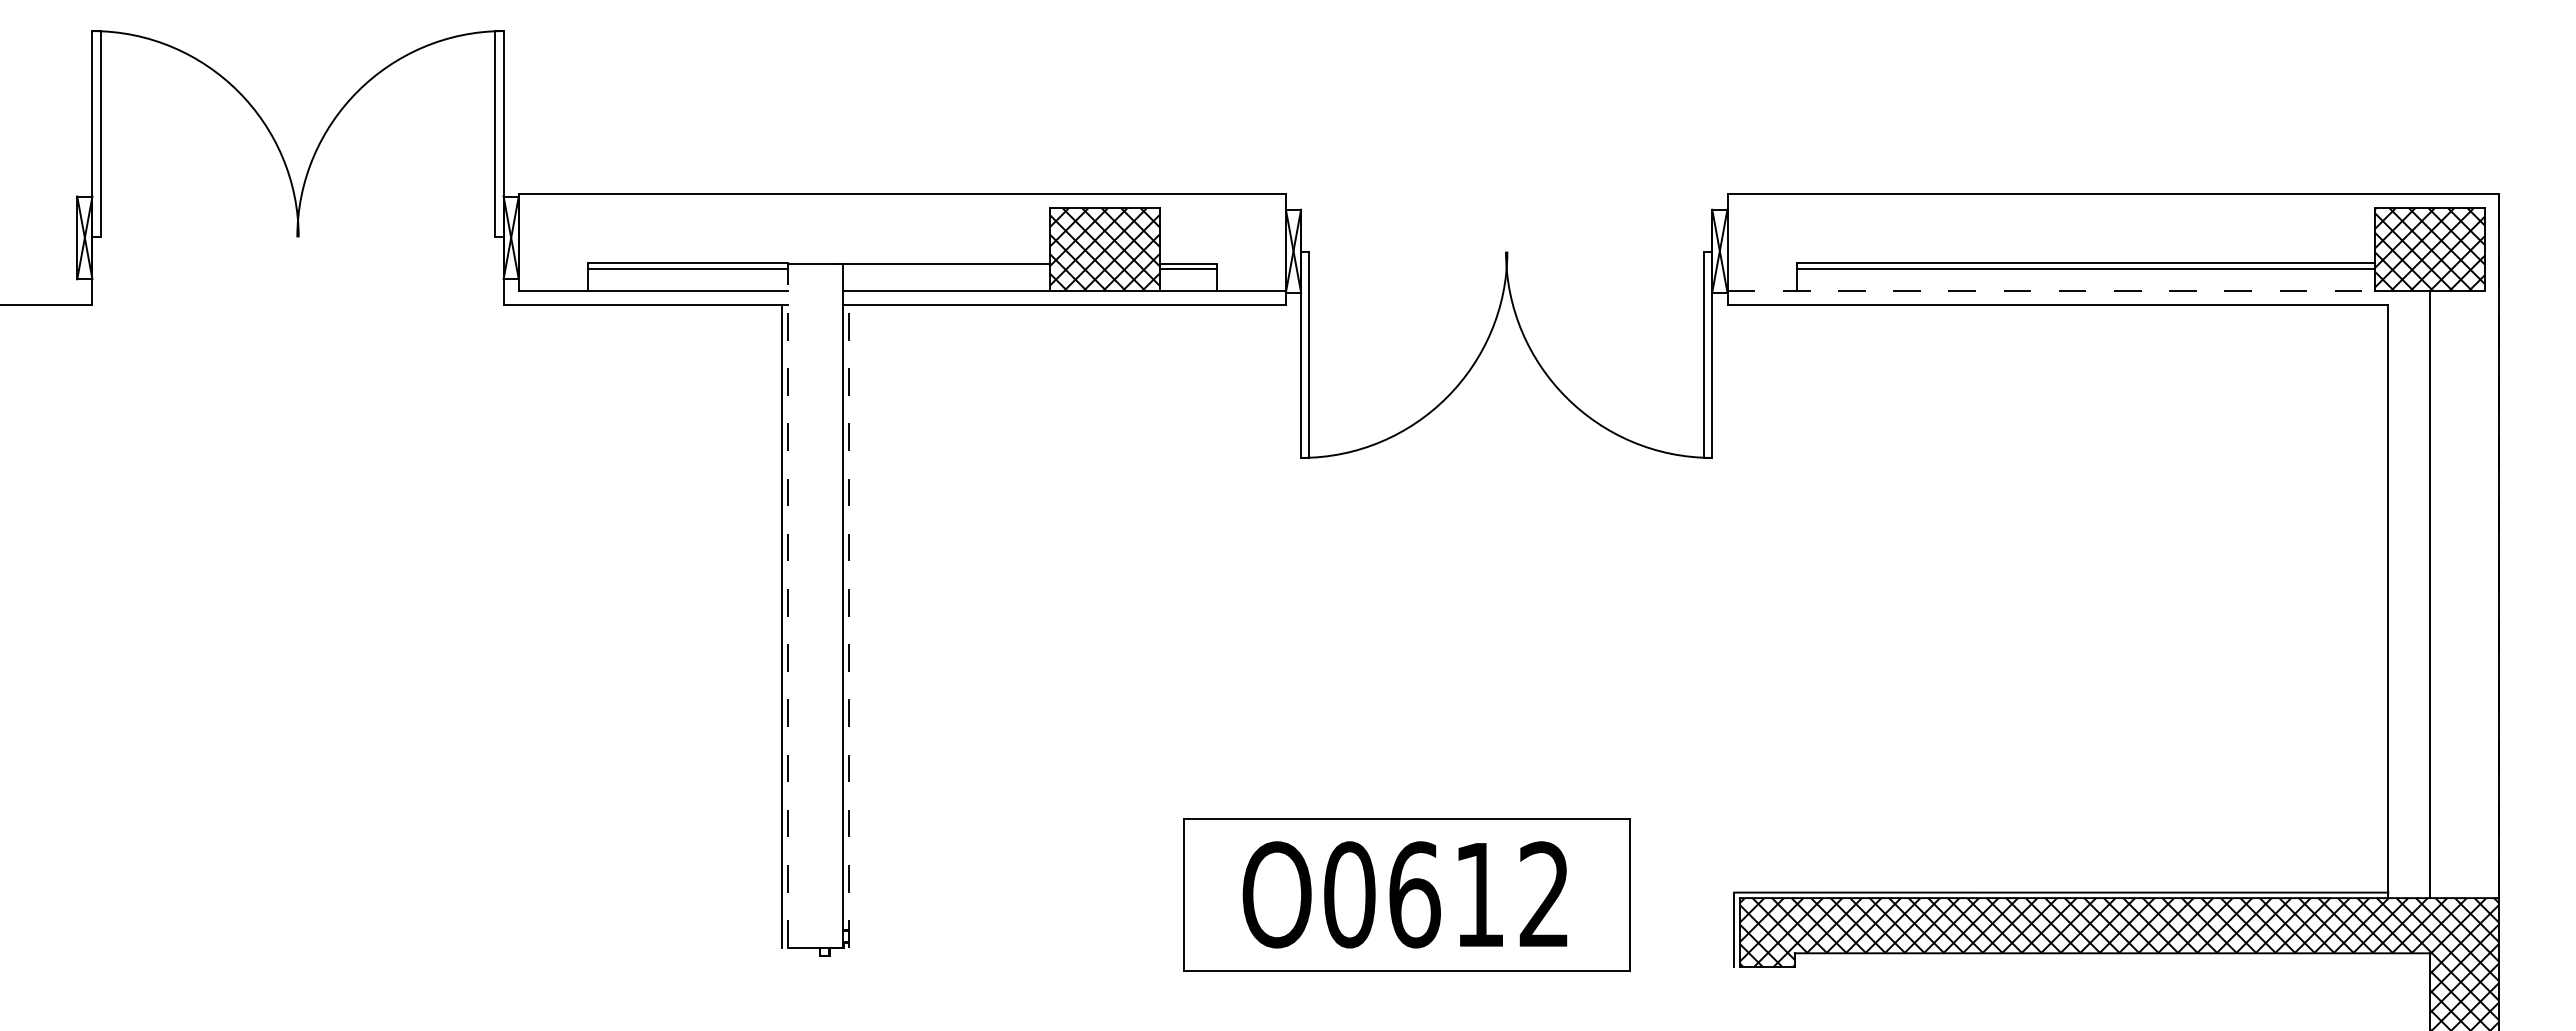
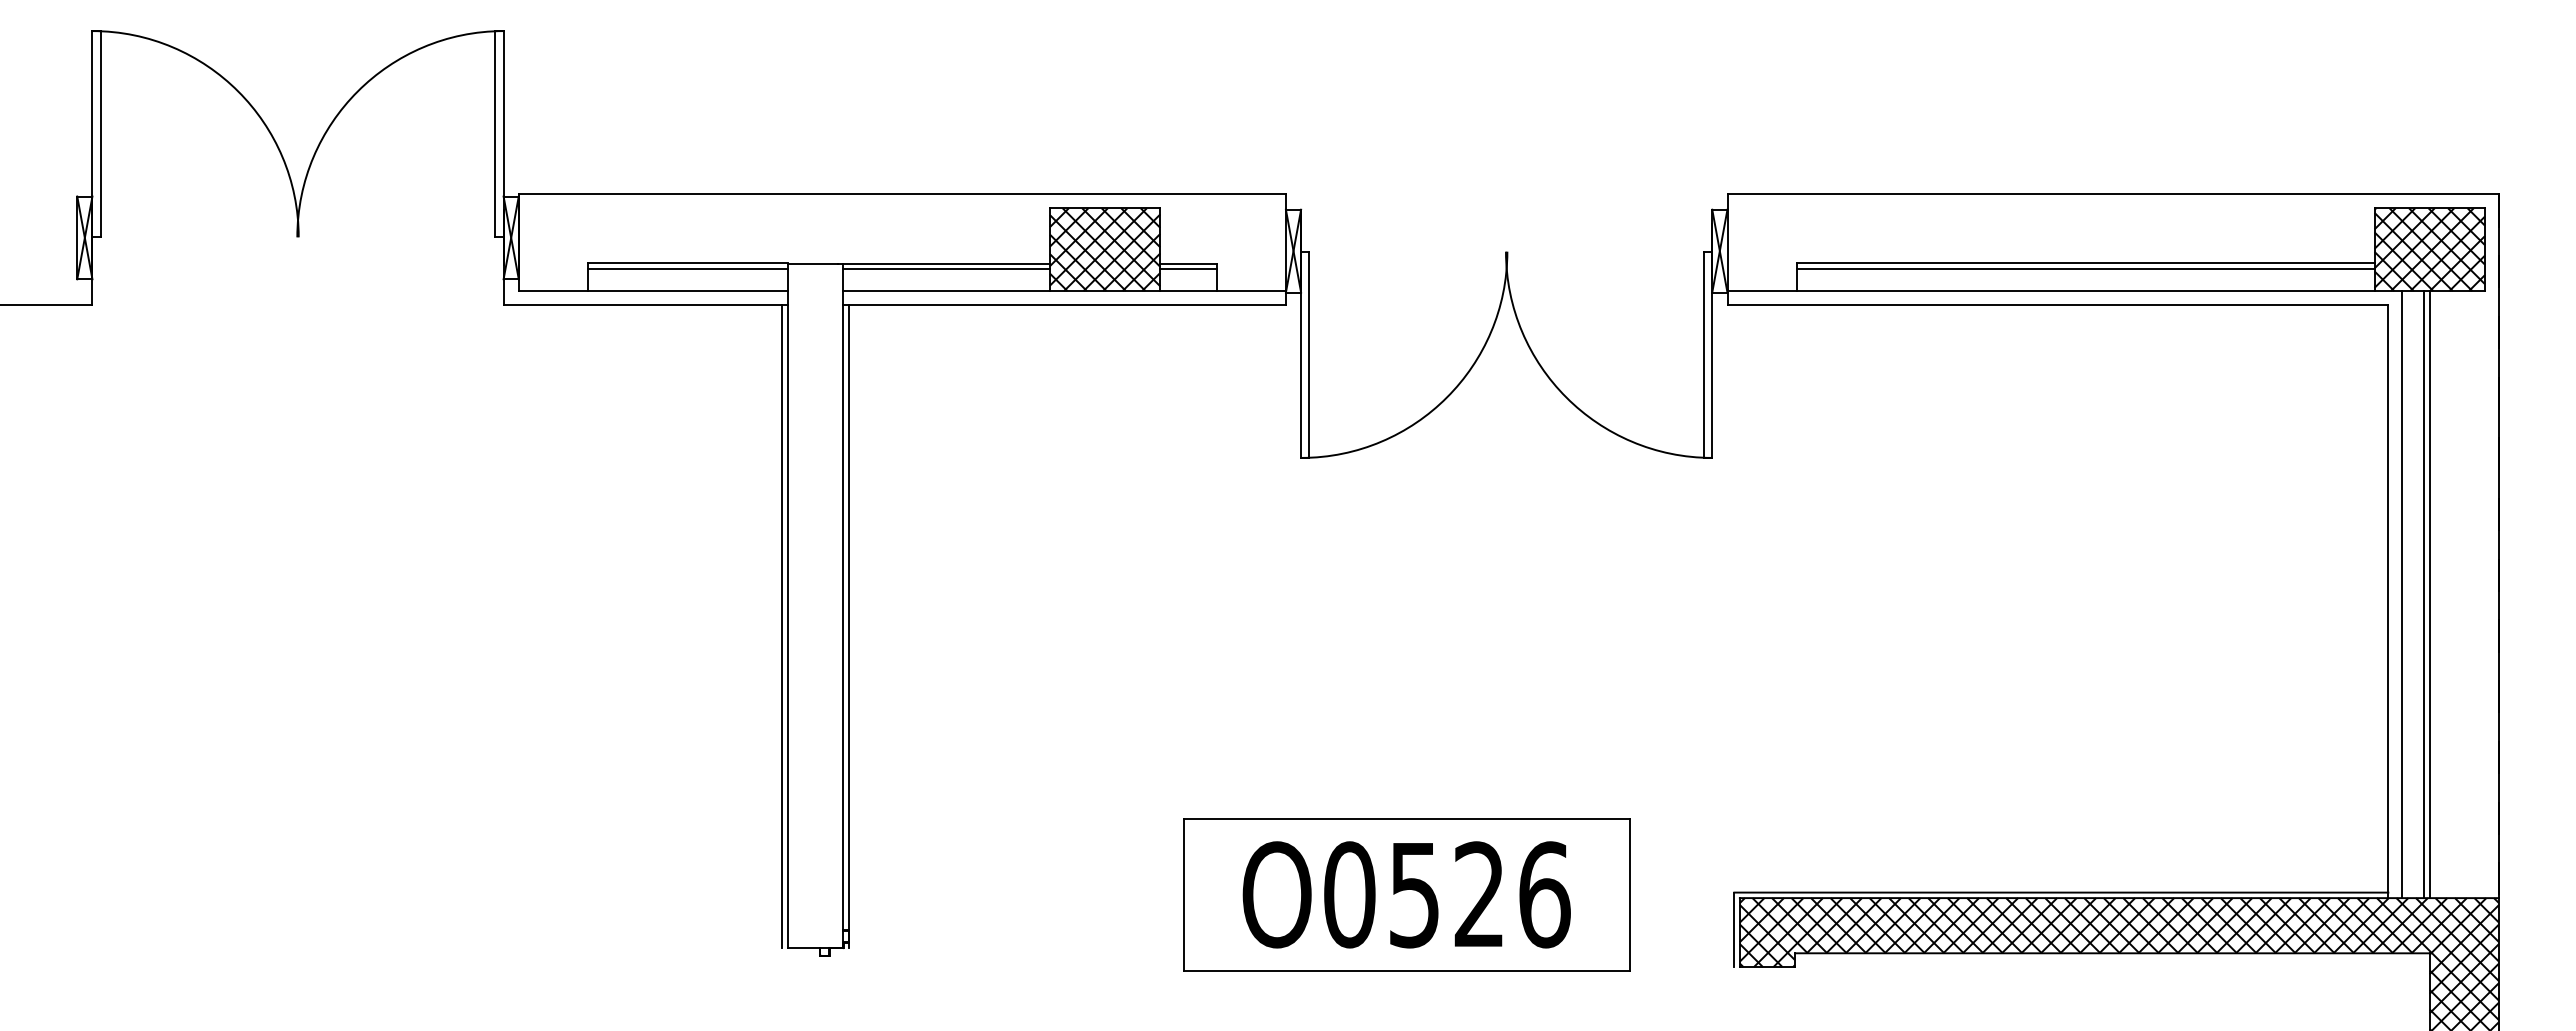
line at (946, 268): none -> present
line at (2051, 291): dashed -> solid
line at (2402, 594): none -> present
line at (2424, 594): none -> present
line at (787, 605): dashed -> solid
line at (848, 625): dashed -> solid
text at (1479, 894): O0612 -> O0526
